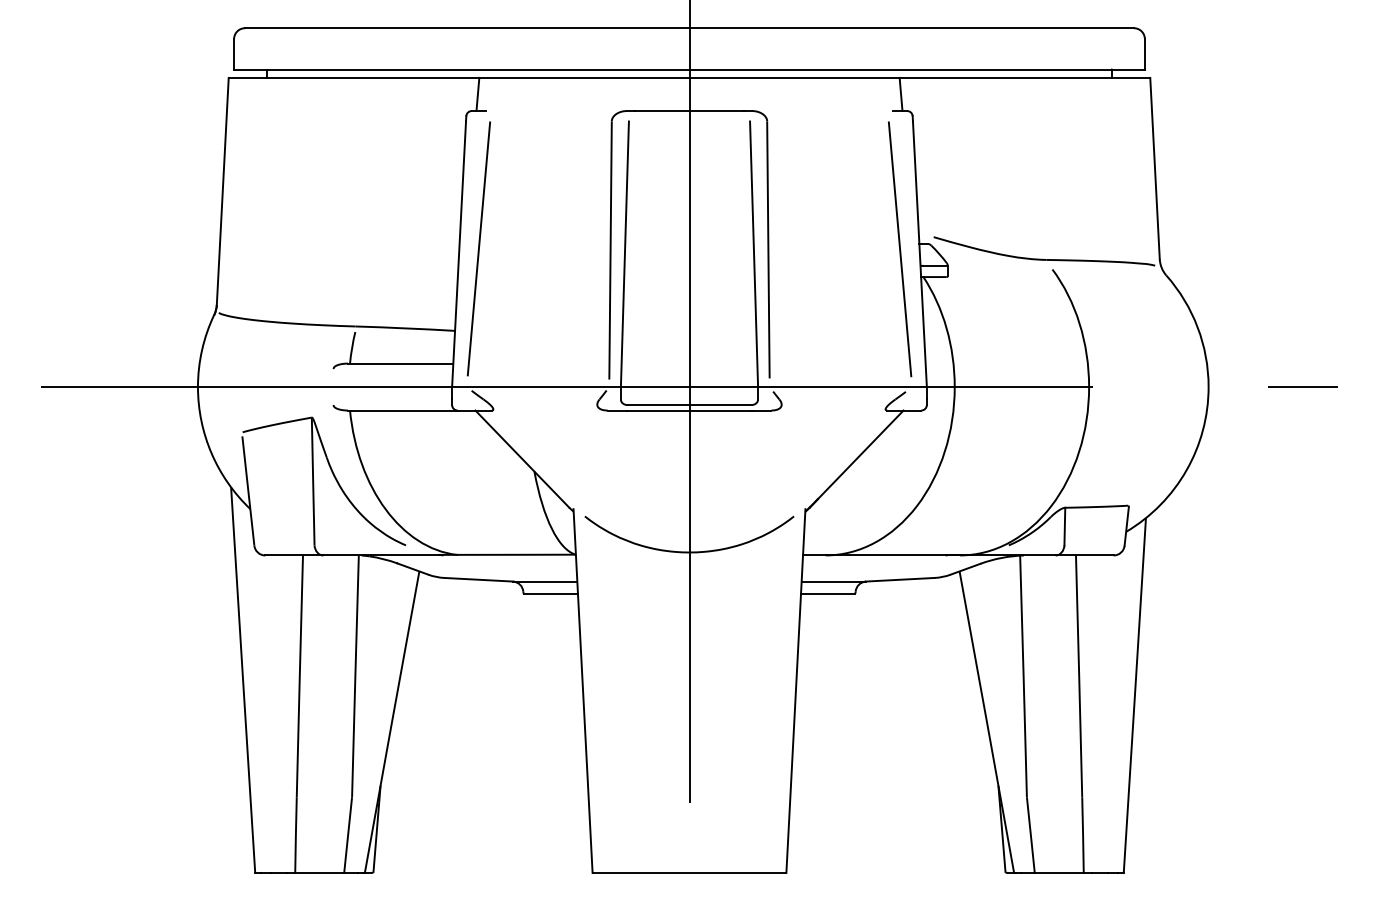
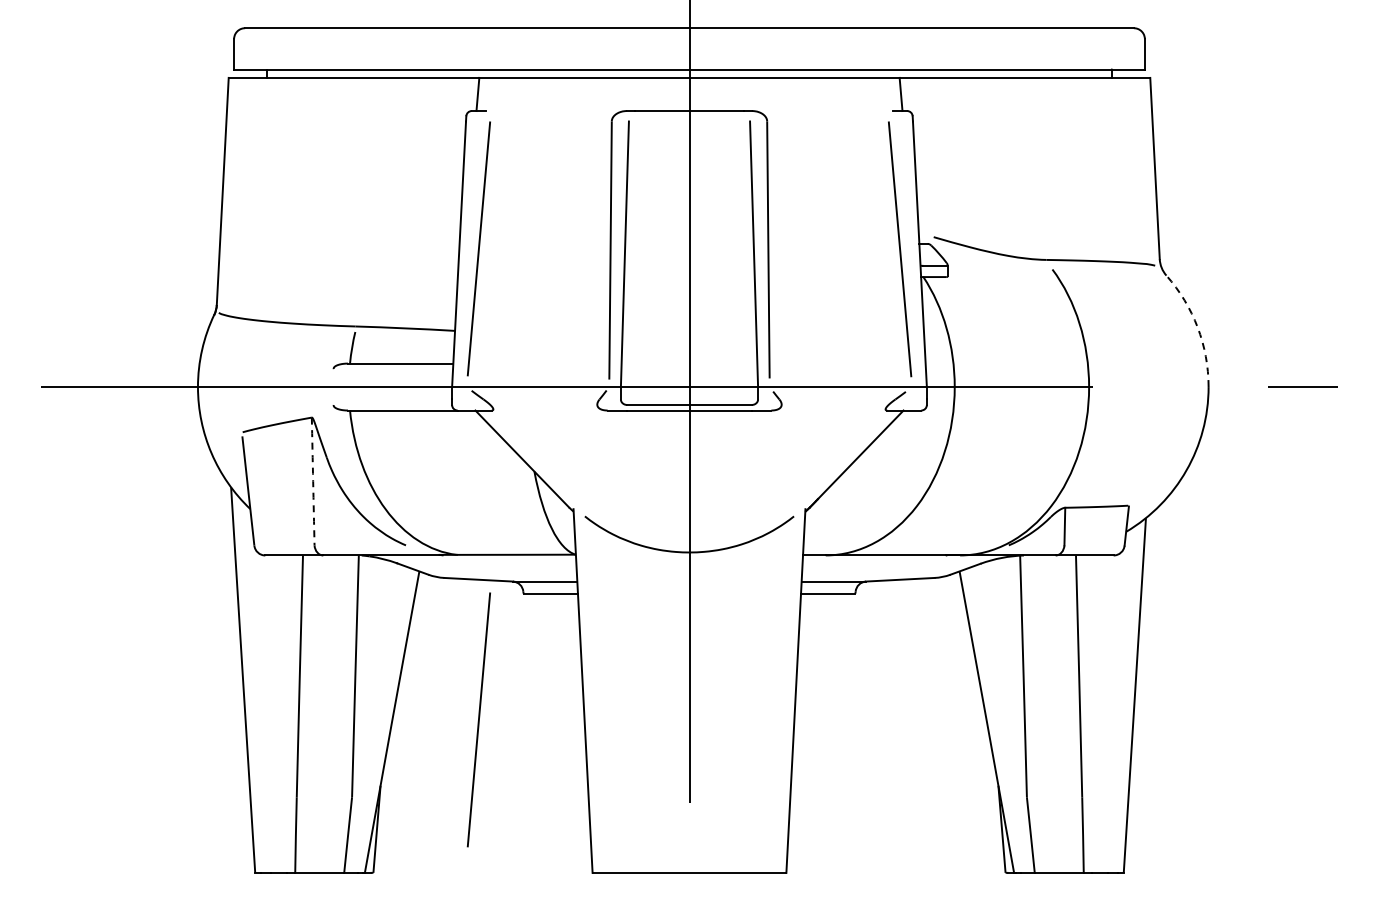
arc at (1197, 327): solid -> dashed
arc at (313, 481): solid -> dashed
line at (478, 719): none -> present
